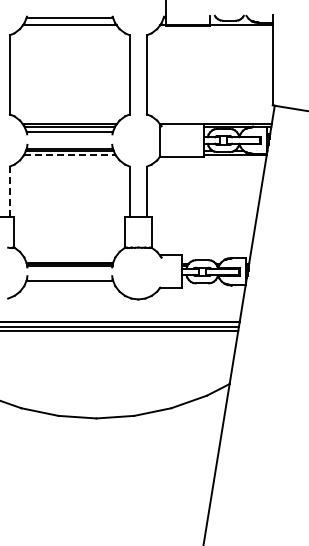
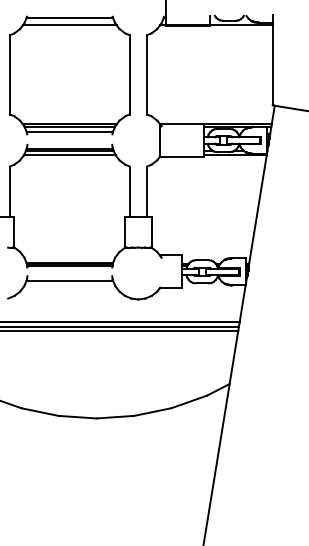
line at (69, 155): dashed -> solid
line at (10, 191): dashed -> solid
